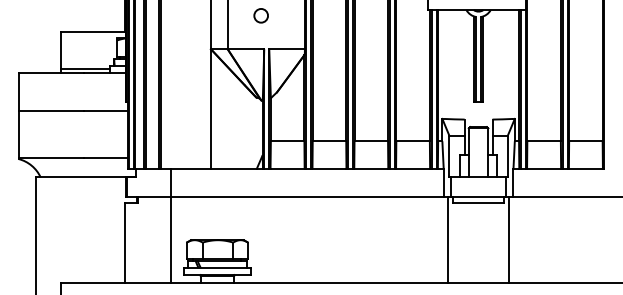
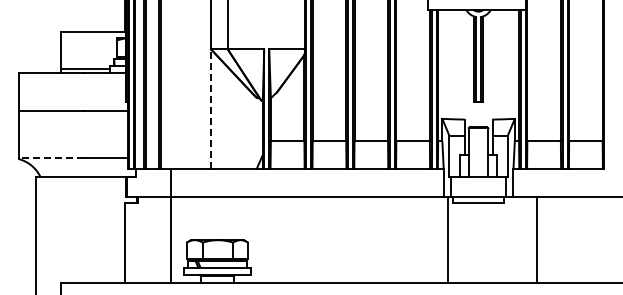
circle at (260, 15): present -> none
line at (211, 109): solid -> dashed
line at (51, 157): solid -> dashed
line at (509, 240) position: (509, 240) -> (537, 240)
